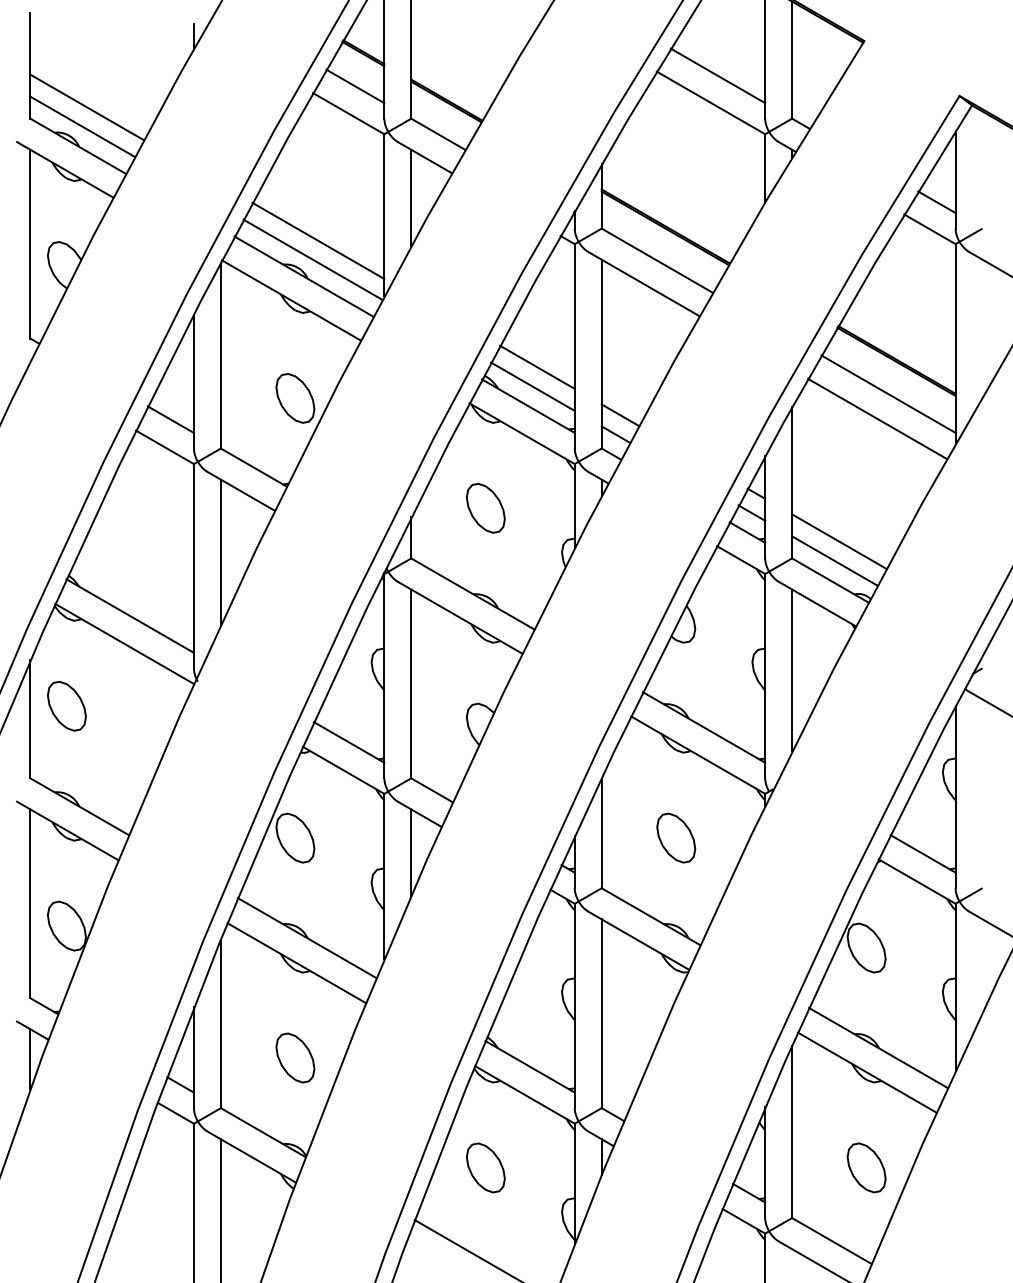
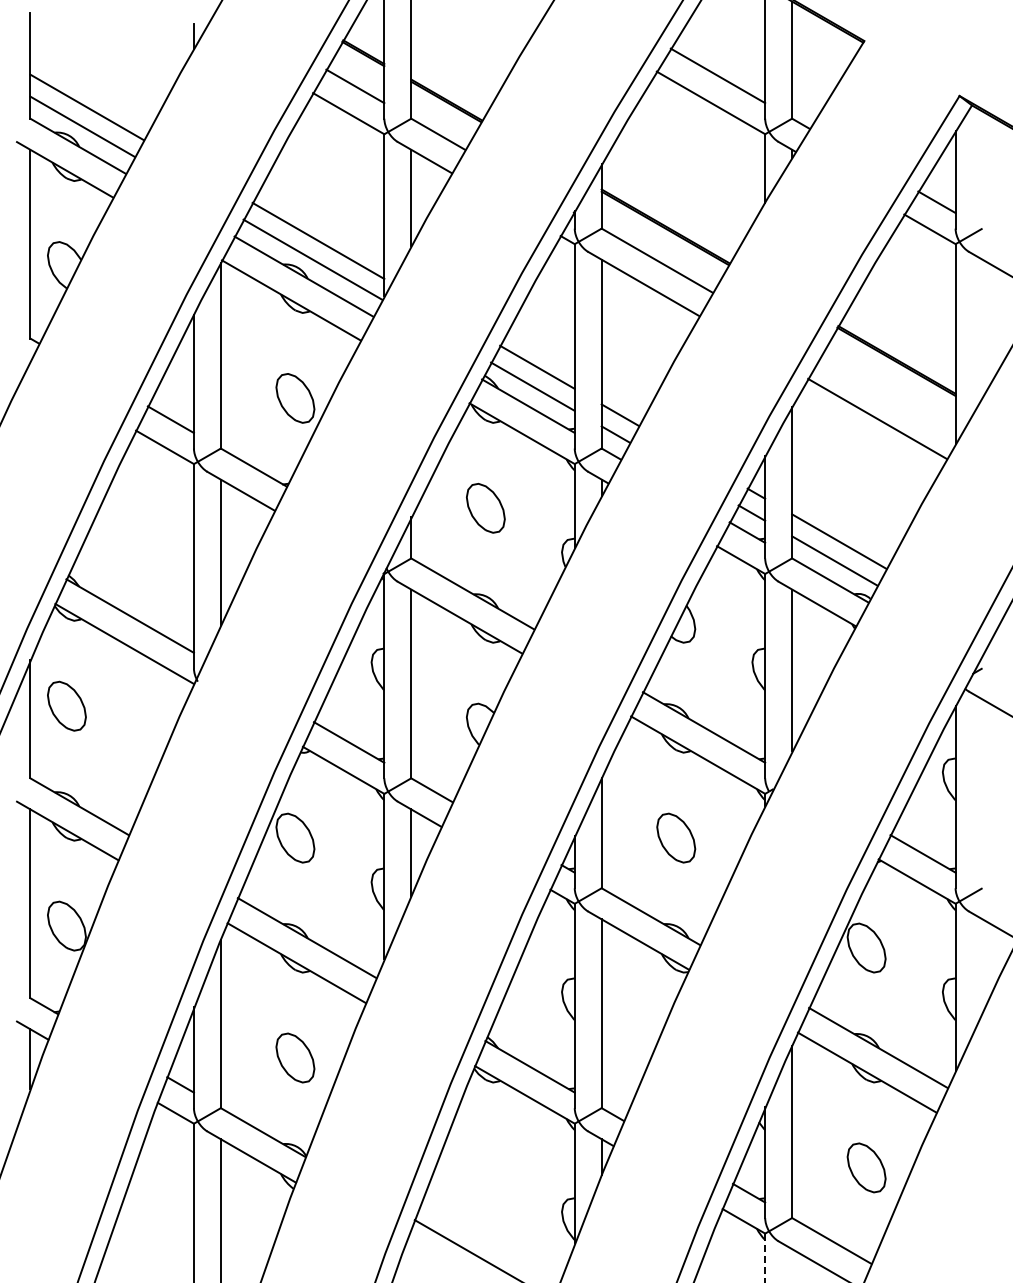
line at (888, 393): present -> none
part at (485, 1167): present -> none
line at (765, 1258): solid -> dashed
